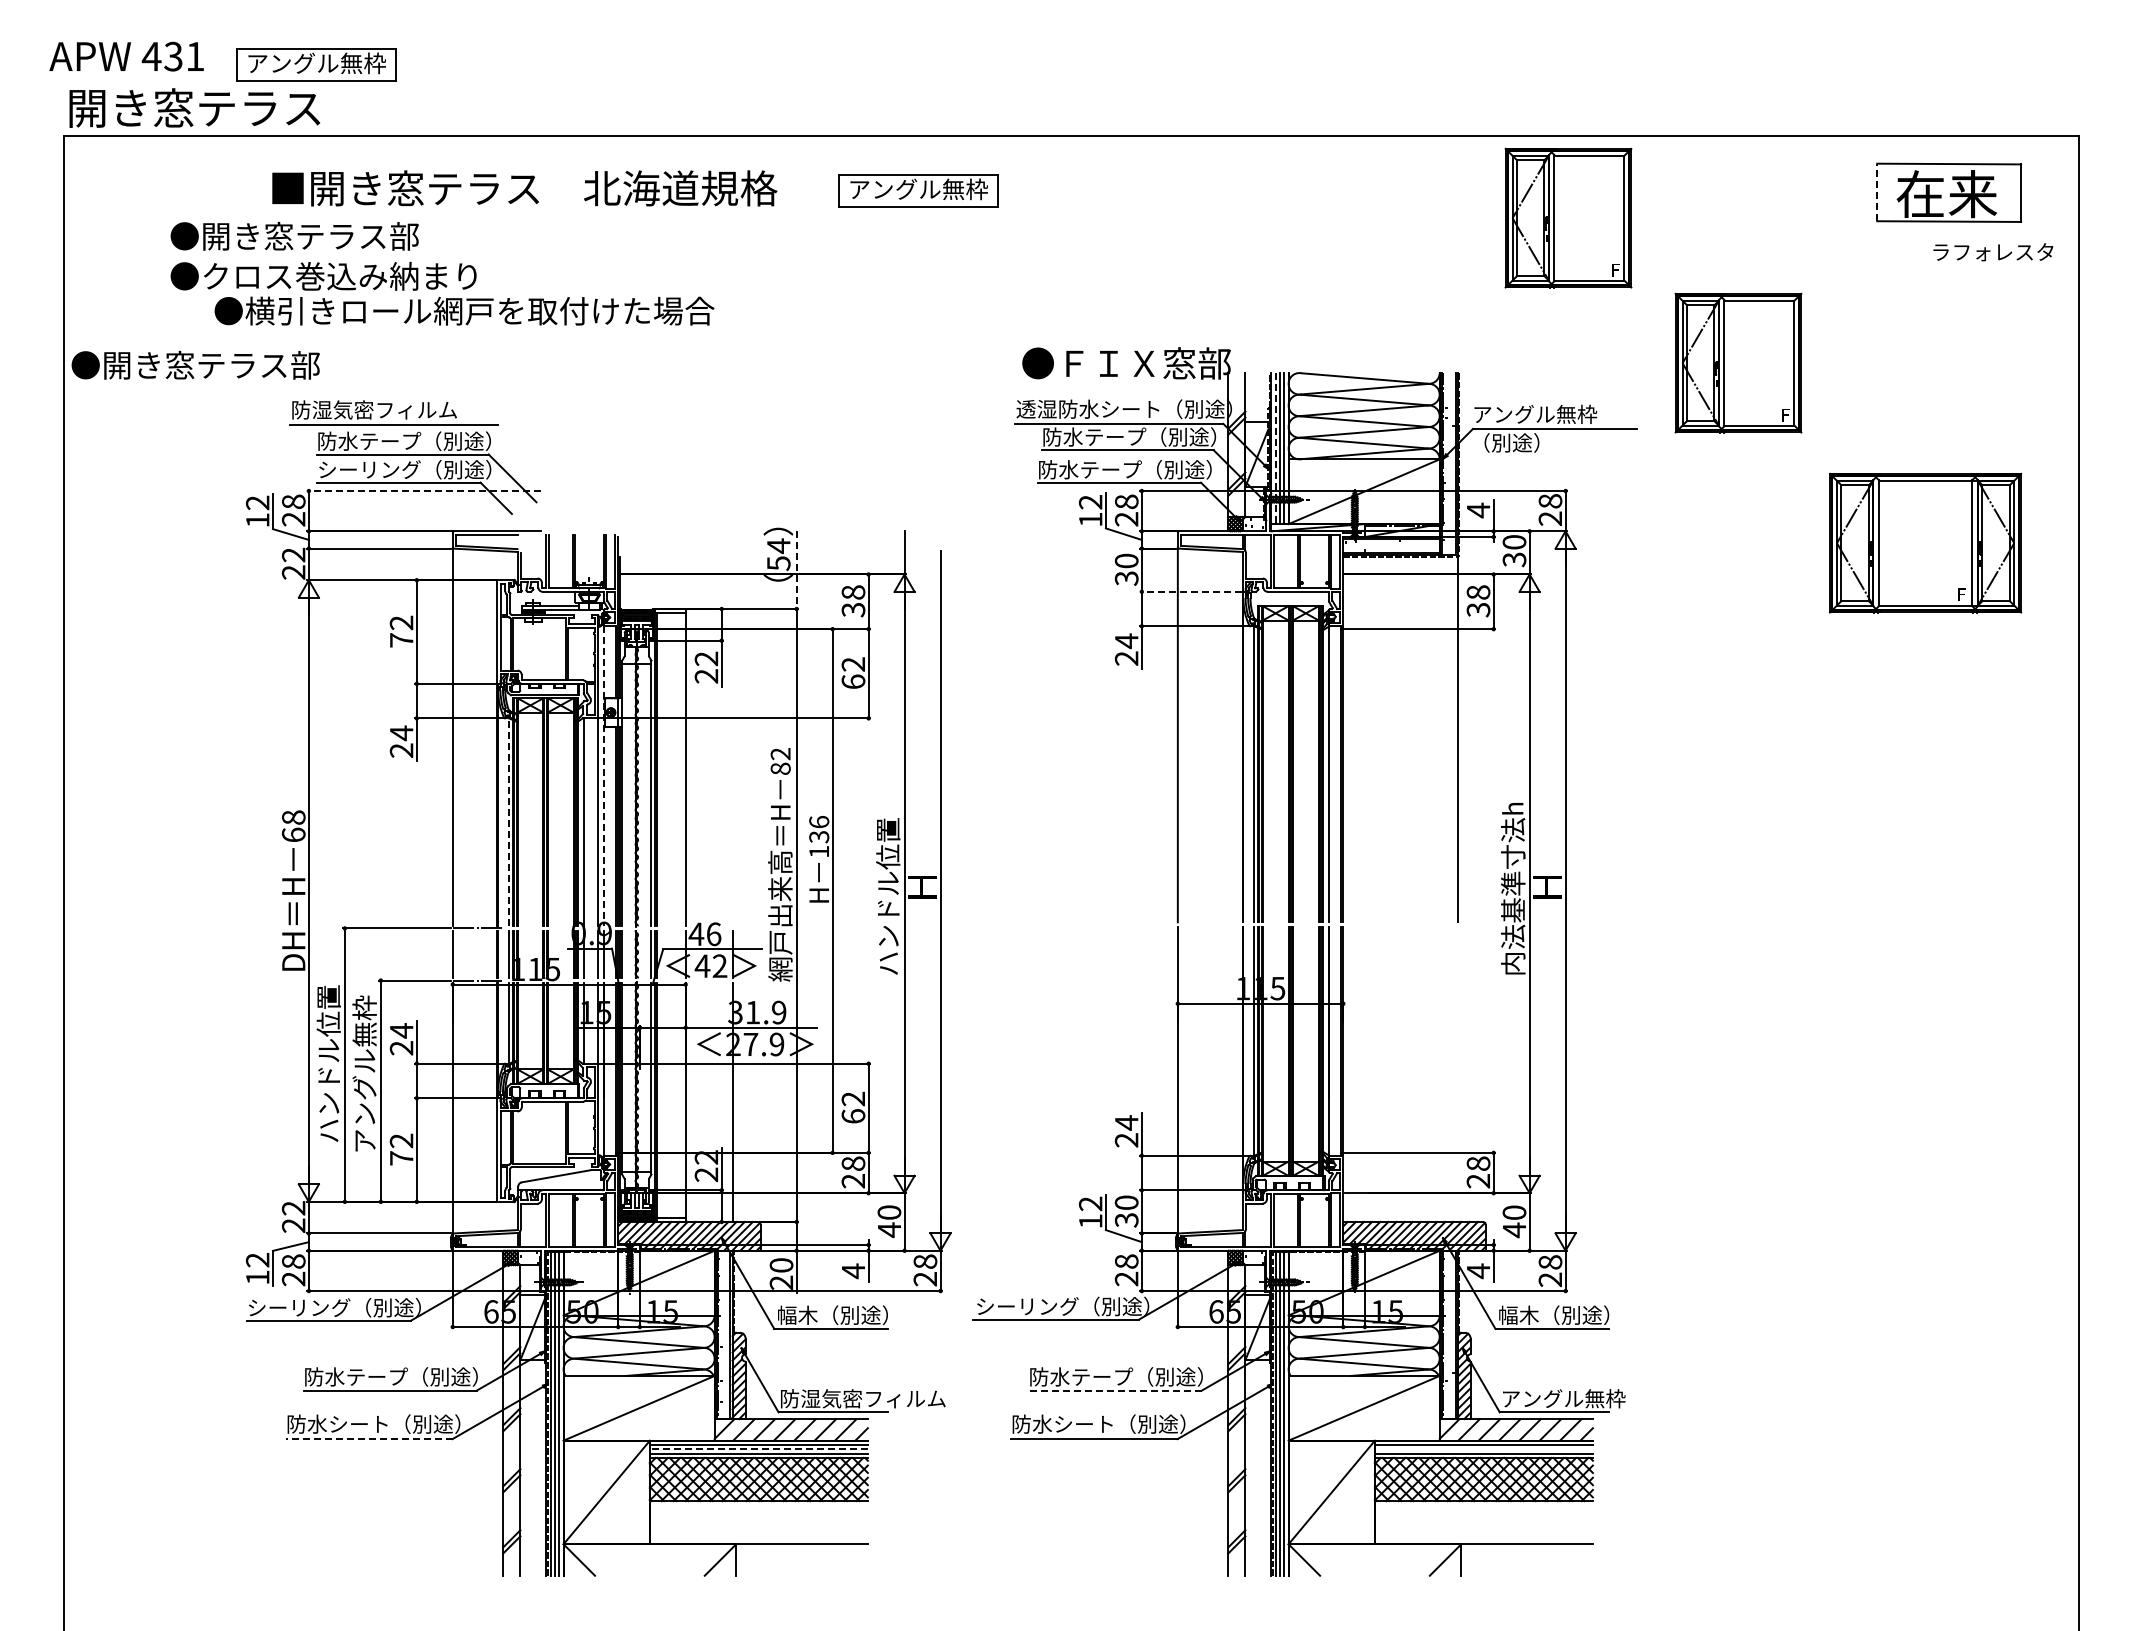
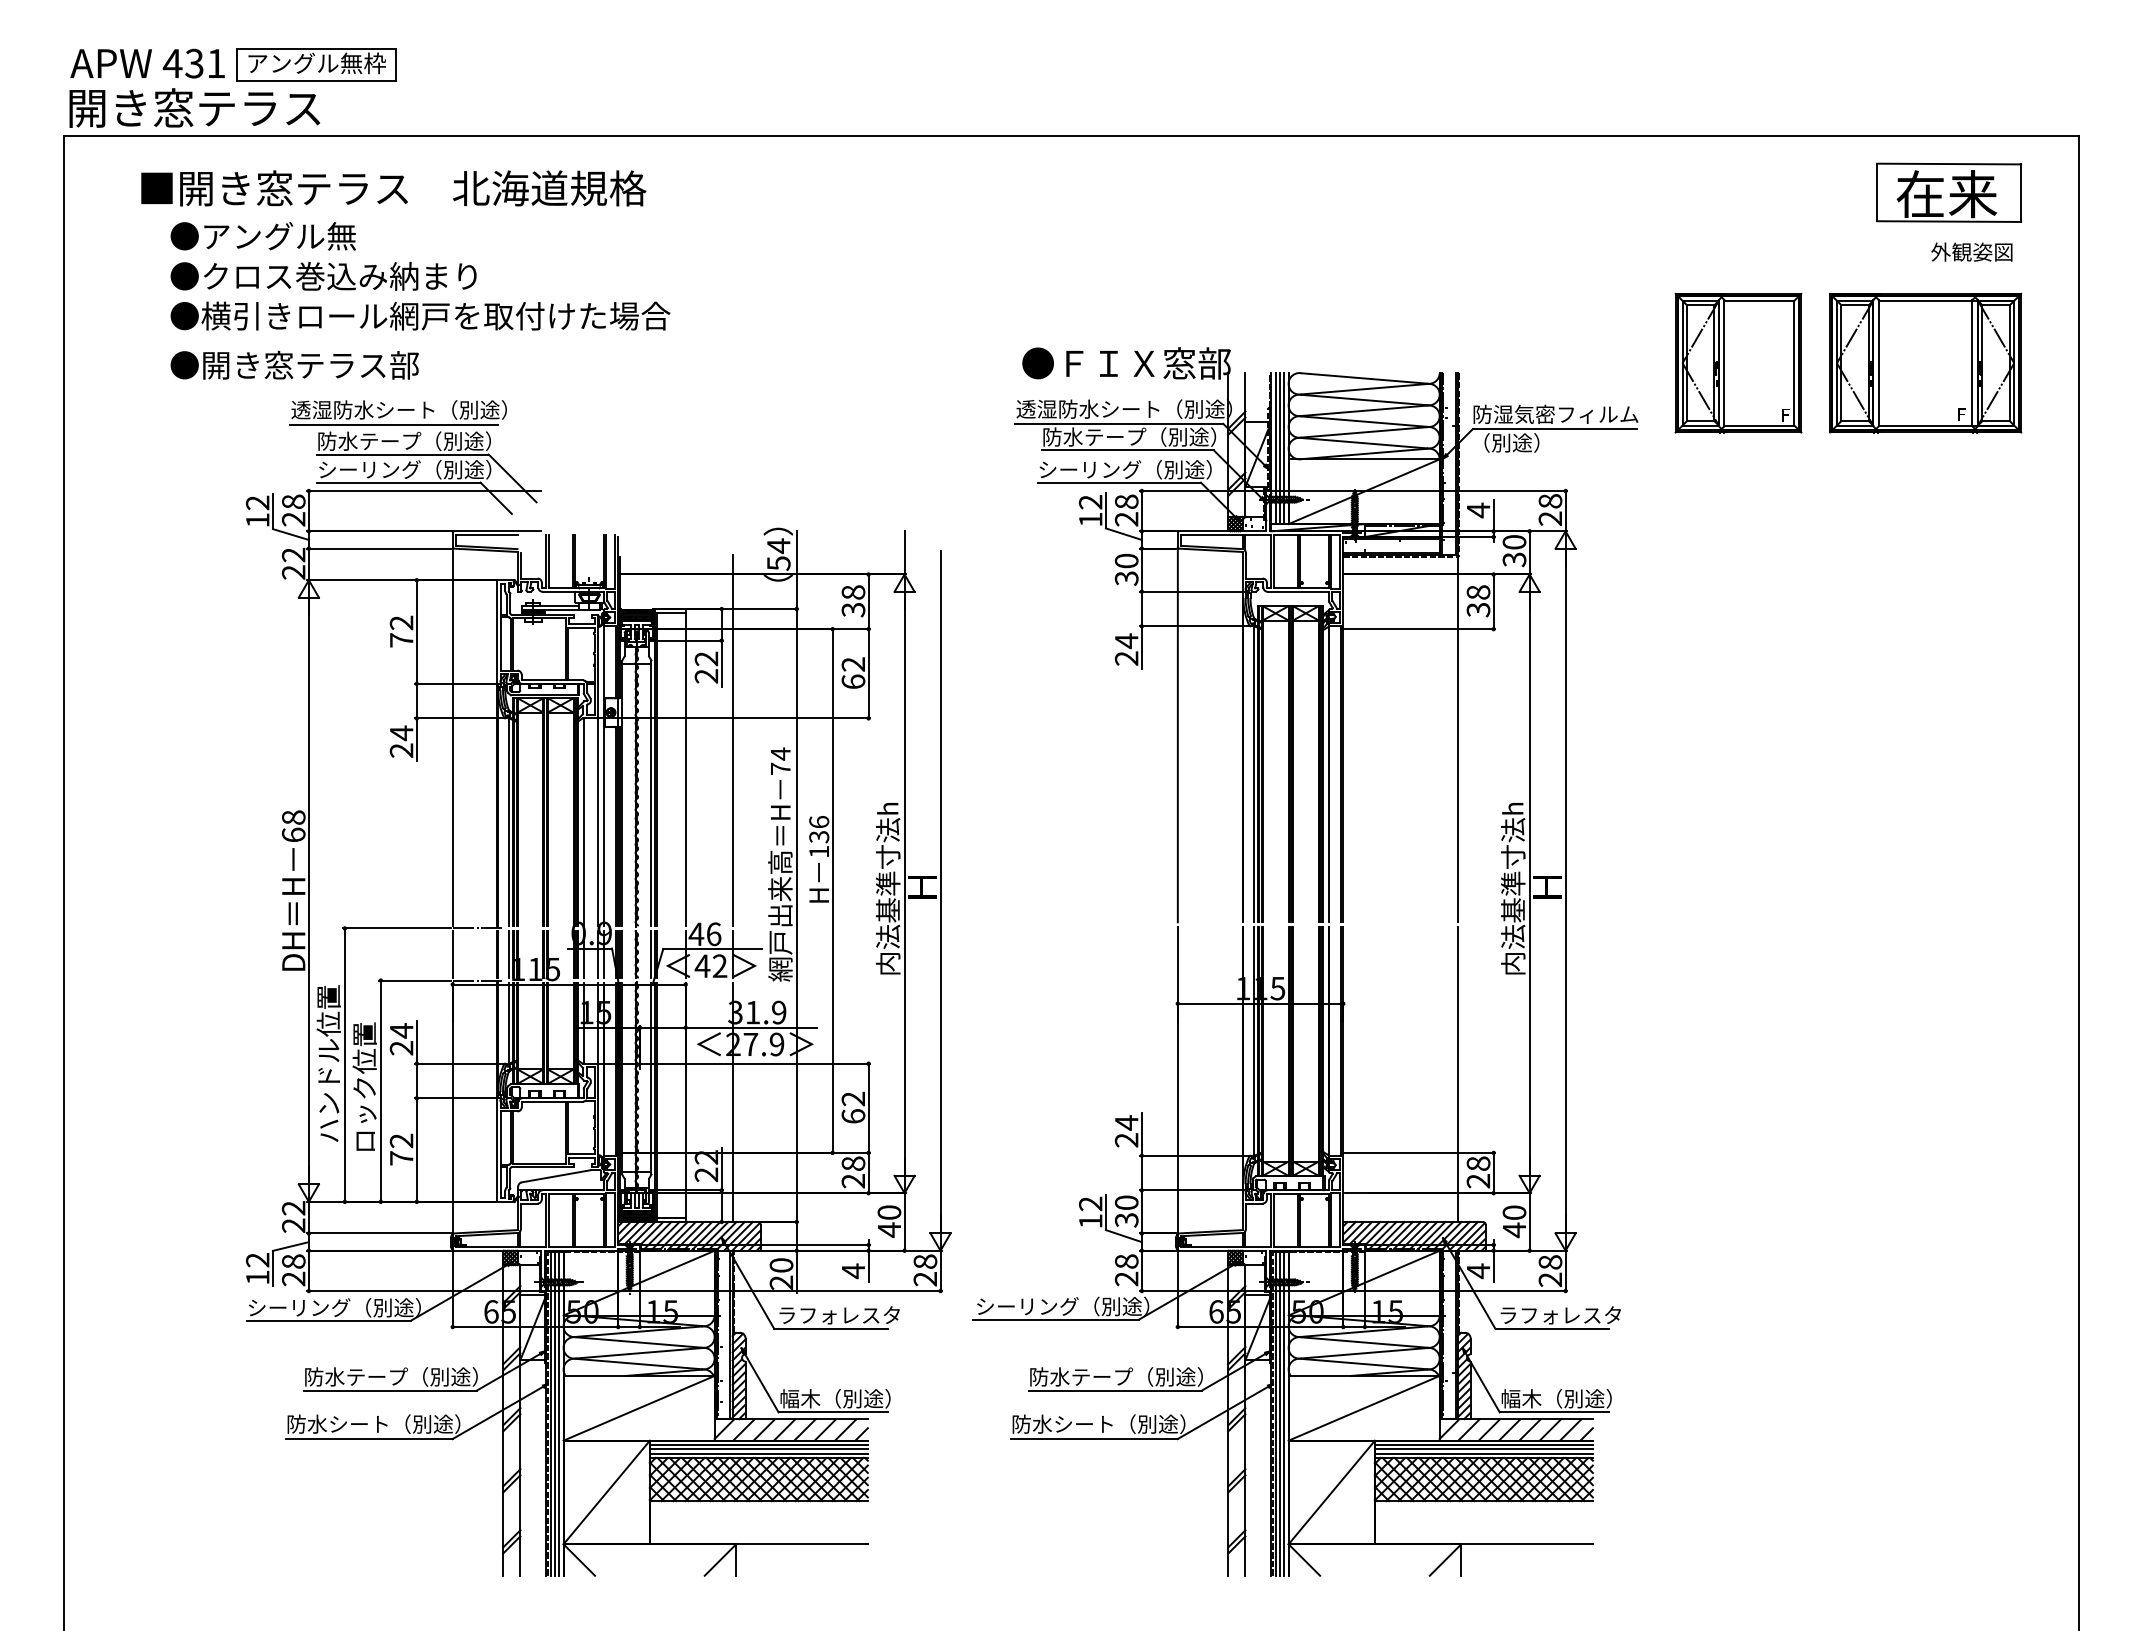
text at (126, 56) position: (126, 56) -> (147, 63)
text at (524, 188) position: (524, 188) -> (393, 188)
part at (918, 190): present -> none
line at (1877, 192): dashed -> solid
part at (1568, 217): present -> none
text at (310, 235): ●開き窓テラス部 -> ●アングル無
text at (1992, 251): ラフォレスタ -> 外観姿図
text at (464, 310) position: (464, 310) -> (420, 315)
text at (195, 364) position: (195, 364) -> (294, 364)
text at (398, 409): 防湿気密フィルム -> 透湿防水シート（別途）
text at (1555, 413): アングル無枠 -> 防湿気密フィルム
line at (1275, 449): dashed -> solid
text at (1090, 469): 防水テープ（別途） -> シーリング（別途）
line at (424, 491): dashed -> solid
part at (1925, 542) position: (1925, 542) -> (1925, 362)
line at (796, 570): dashed -> solid
line at (1191, 591): dashed -> solid
line at (732, 740): none -> present
text at (780, 760): 82 -> 74
line at (603, 776): dashed -> solid
line at (508, 822): dashed -> solid
text at (888, 888): ハンドル位置 -> 内法基準寸法h
text at (364, 1073): アングル無枠 -> ロック位置
line at (1457, 1073): none -> present
text at (838, 1315): 幅木（別途） -> ラフォレスタ
text at (1559, 1315): 幅木（別途） -> ラフォレスタ
line at (1114, 1390): dashed -> solid
text at (862, 1398): 防湿気密フィルム -> 幅木（別途）
text at (1563, 1398): アングル無枠 -> 幅木（別途）
line at (368, 1439): dashed -> solid
line at (758, 1449): dashed -> solid
line at (1483, 1449): none -> present
